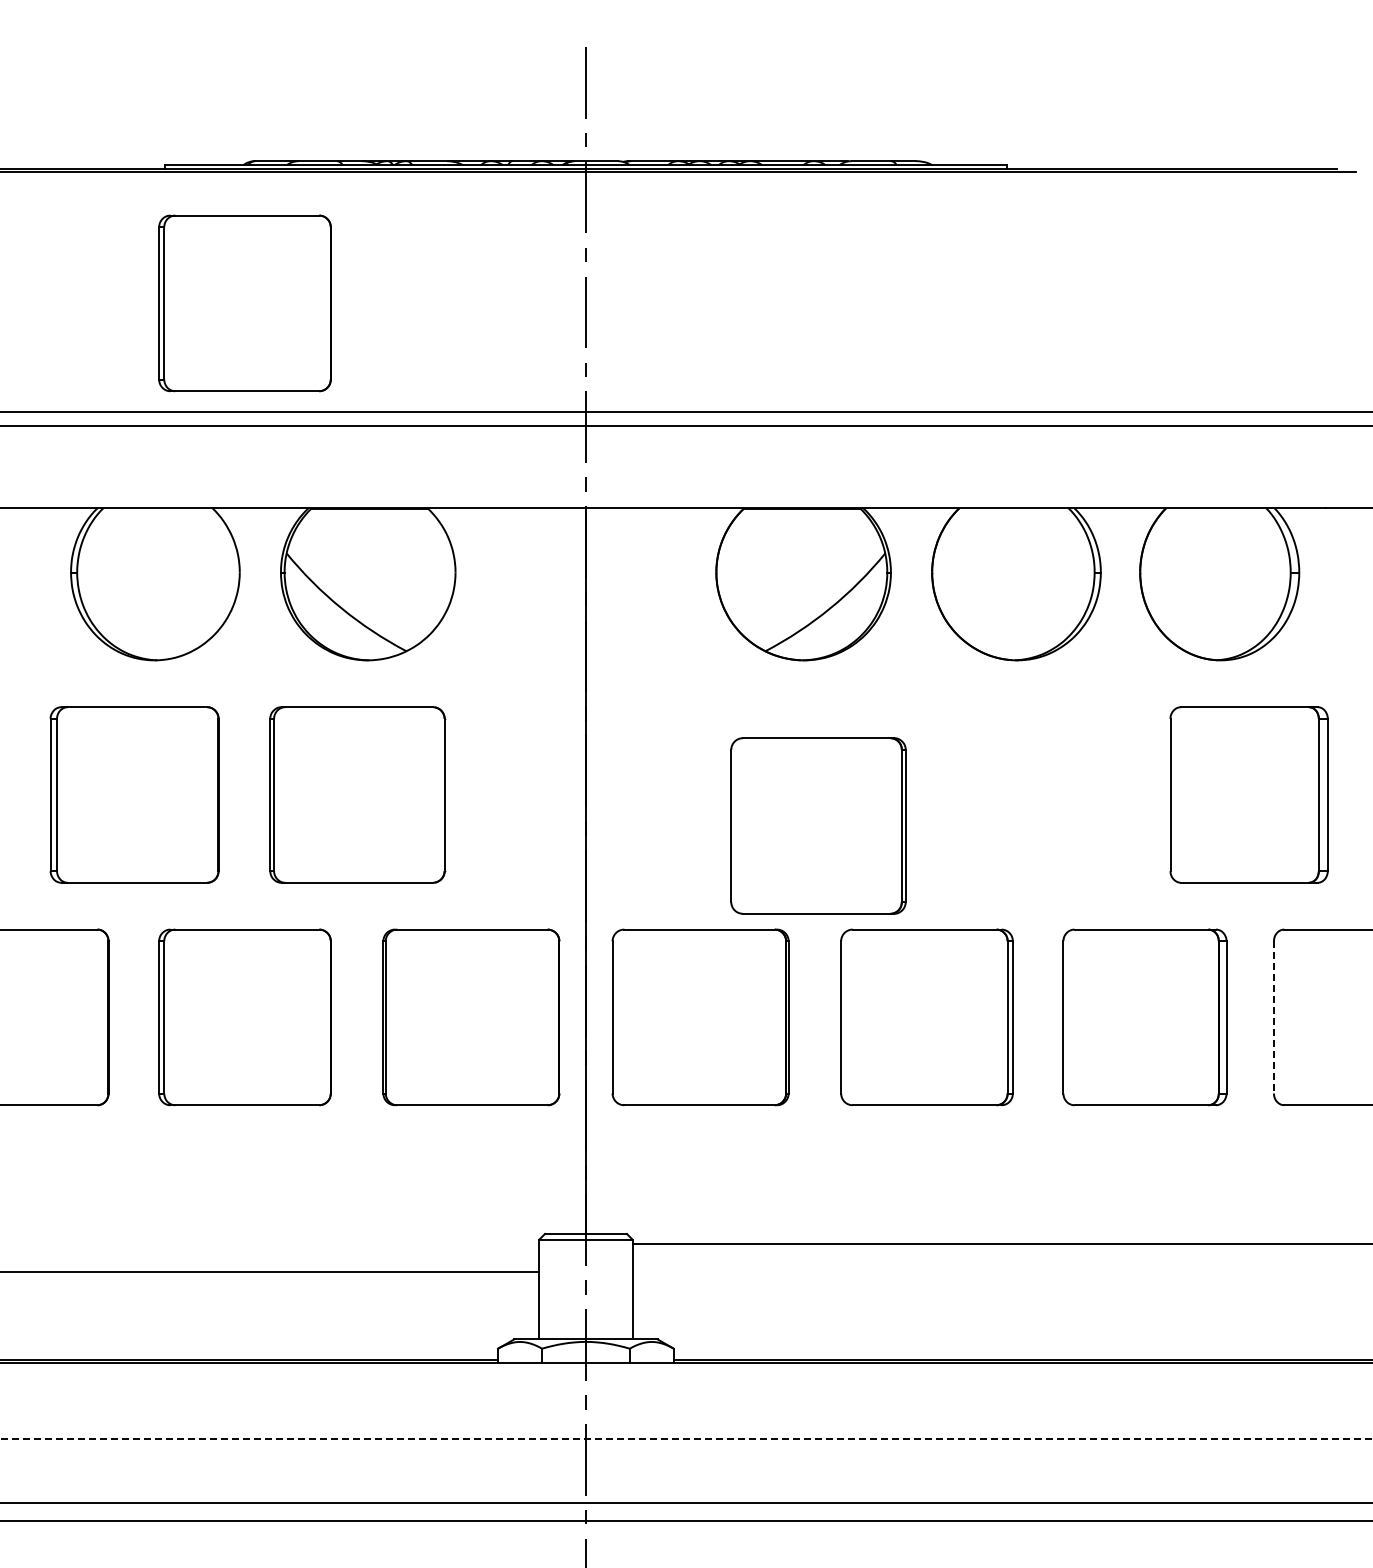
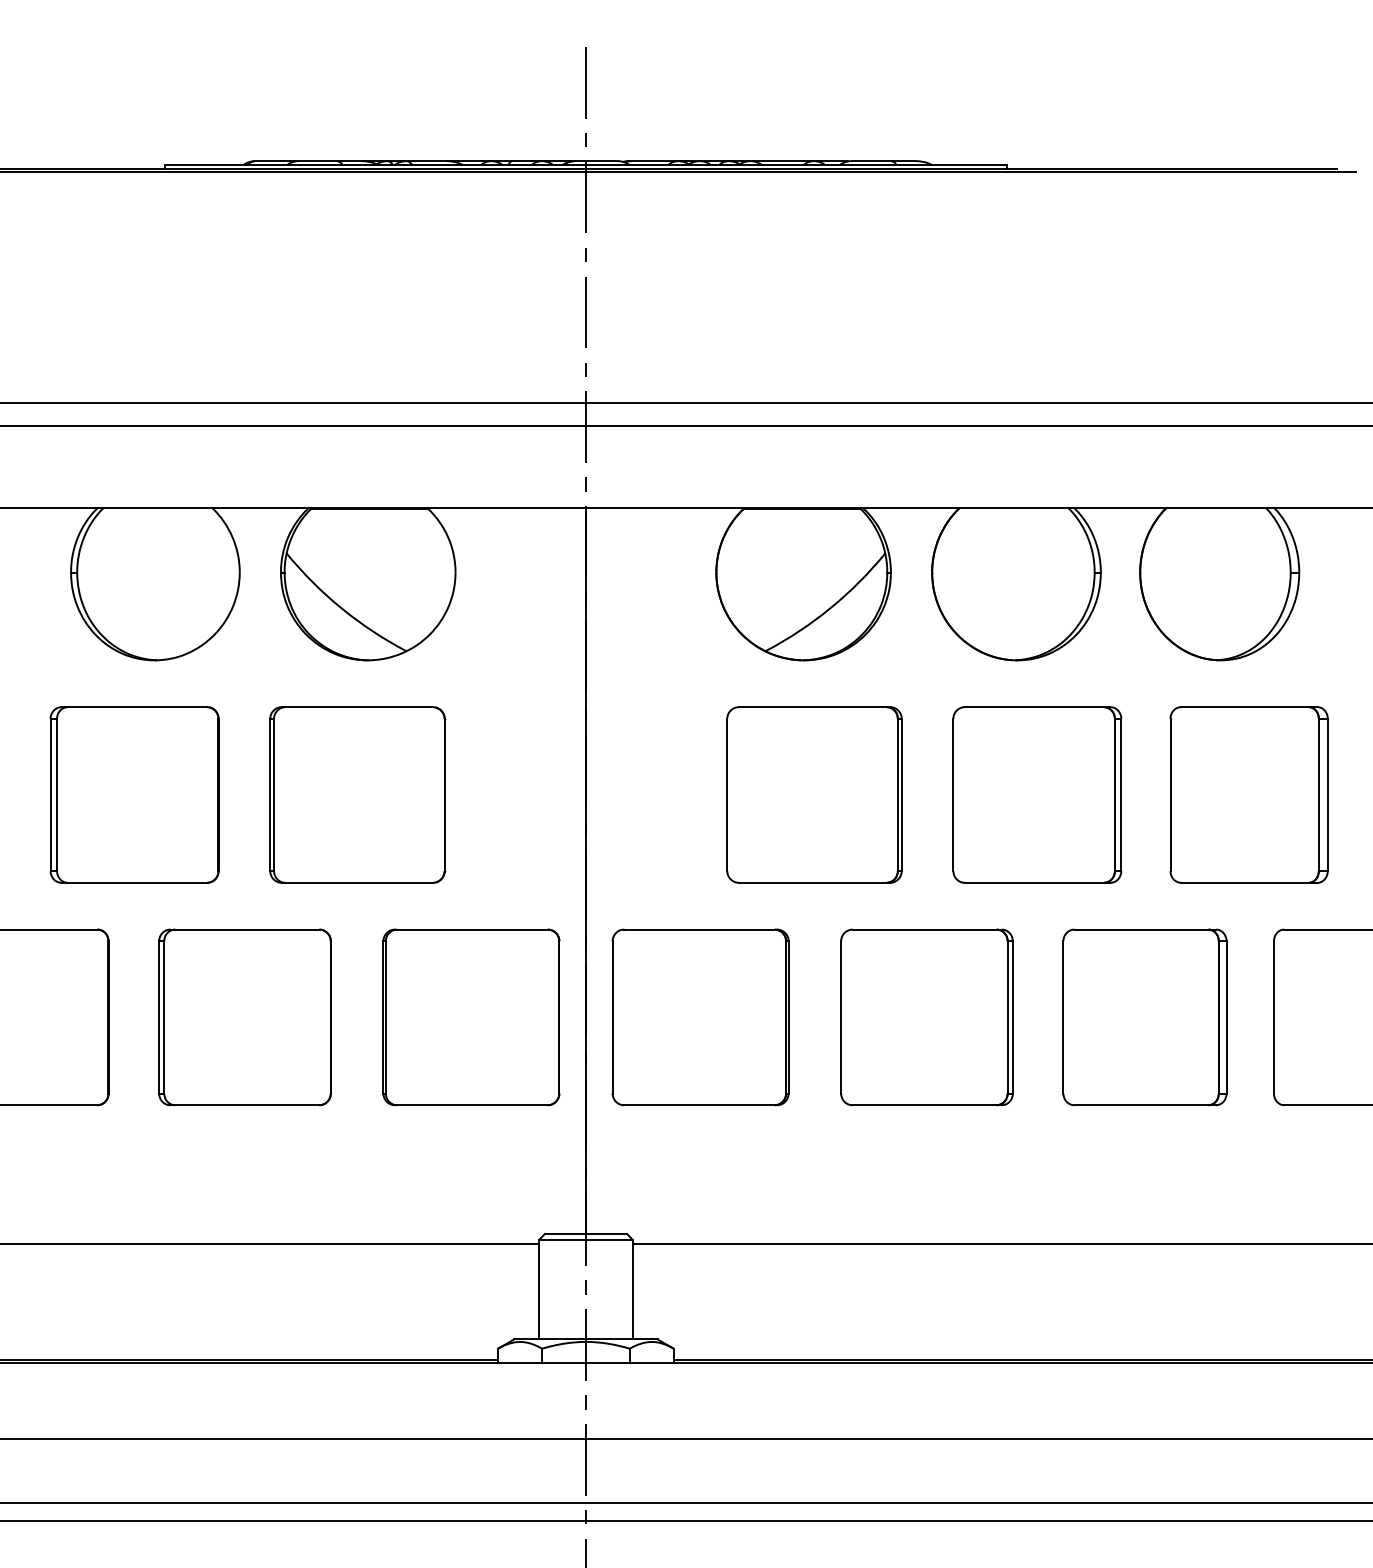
part at (244, 303): present -> none
line at (685, 411) position: (685, 411) -> (685, 402)
part at (1037, 794): none -> present
part at (818, 825) position: (818, 825) -> (814, 794)
line at (1273, 1017): dashed -> solid
line at (270, 1272) position: (270, 1272) -> (270, 1244)
line at (685, 1438): dashed -> solid
